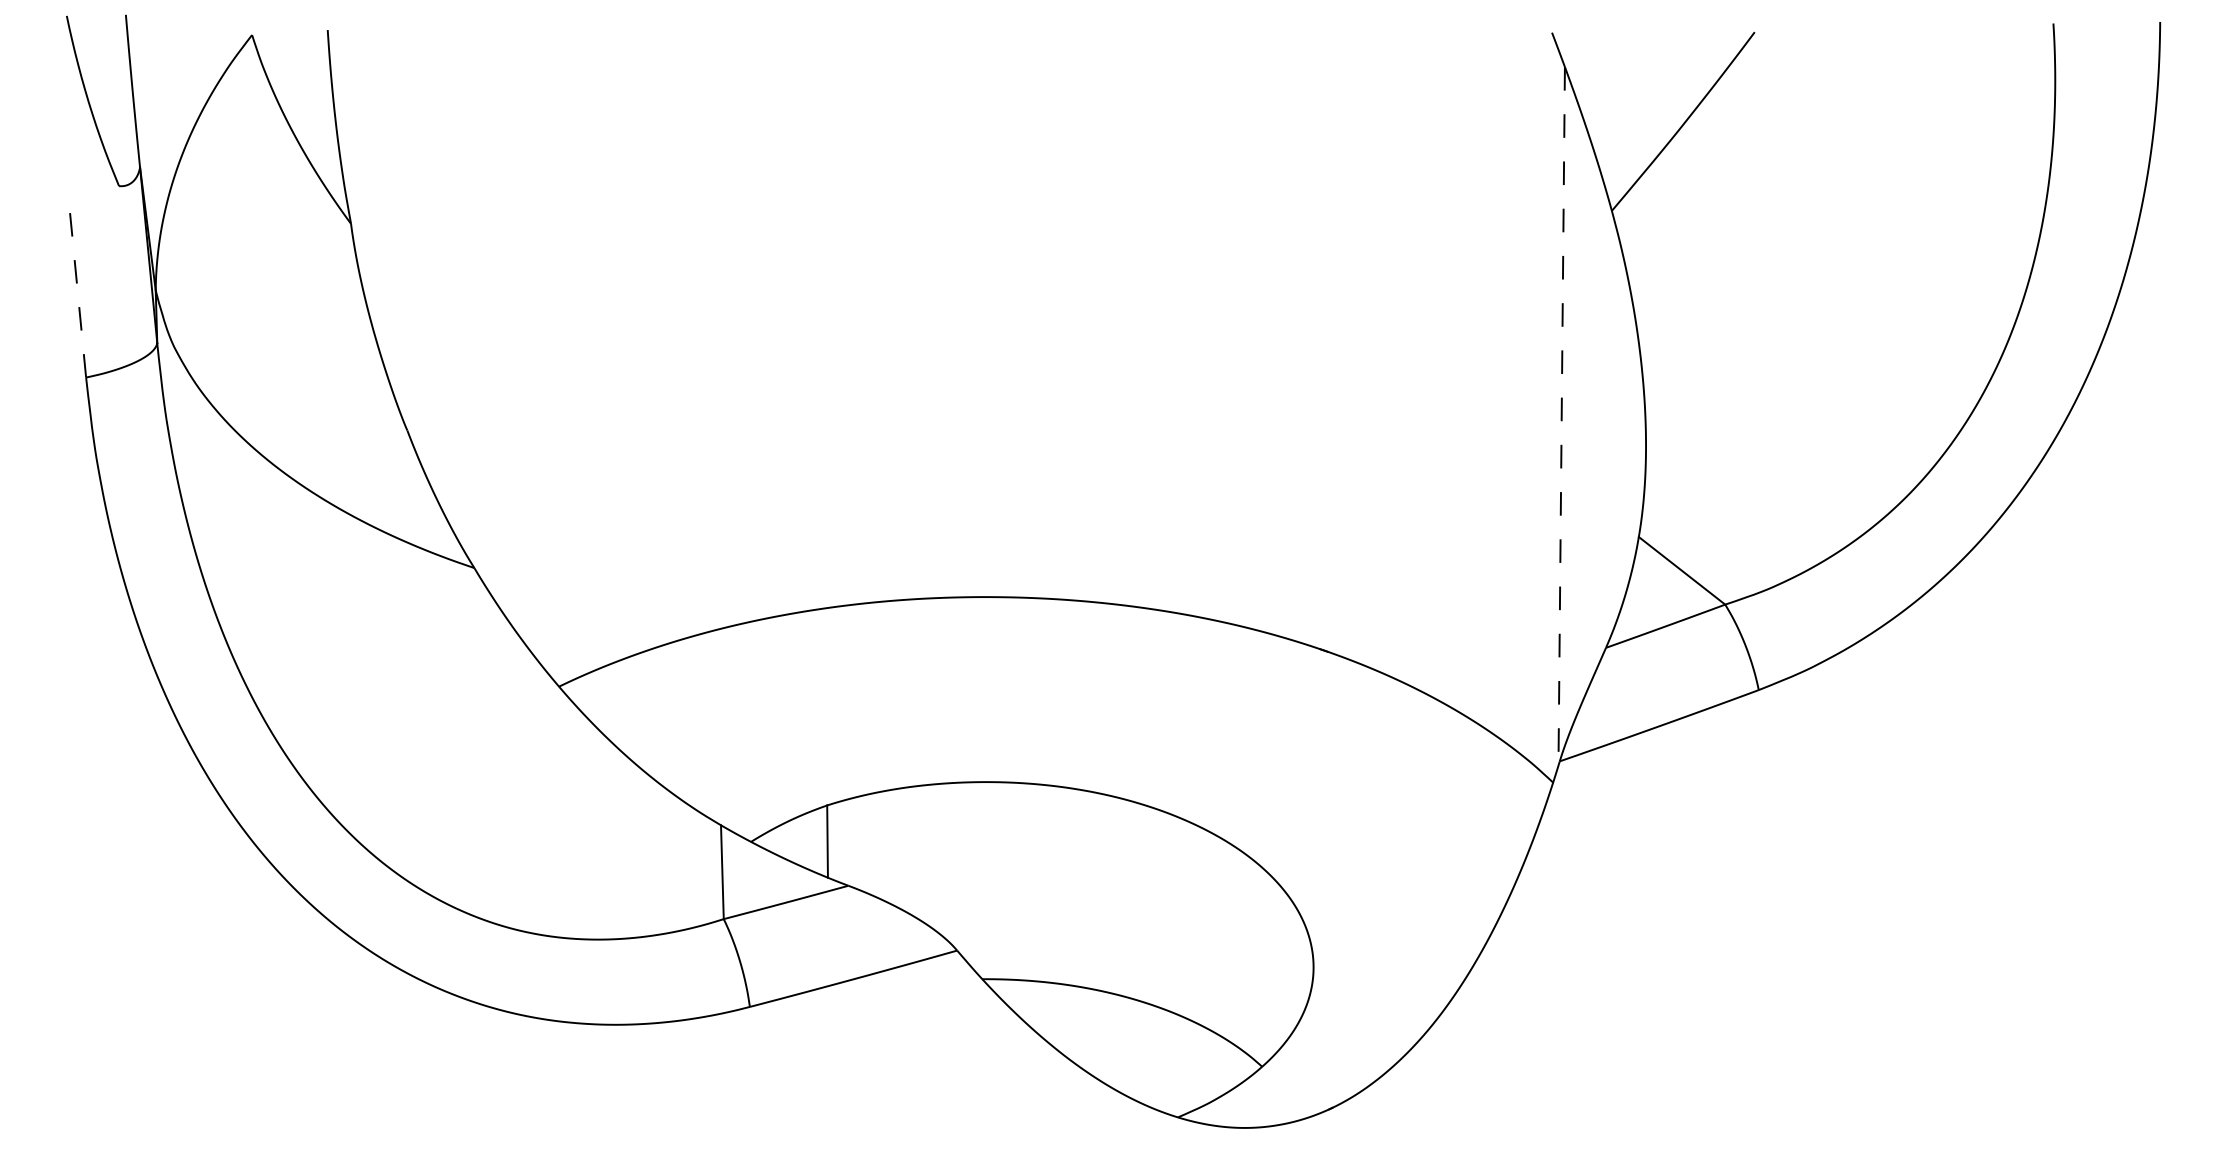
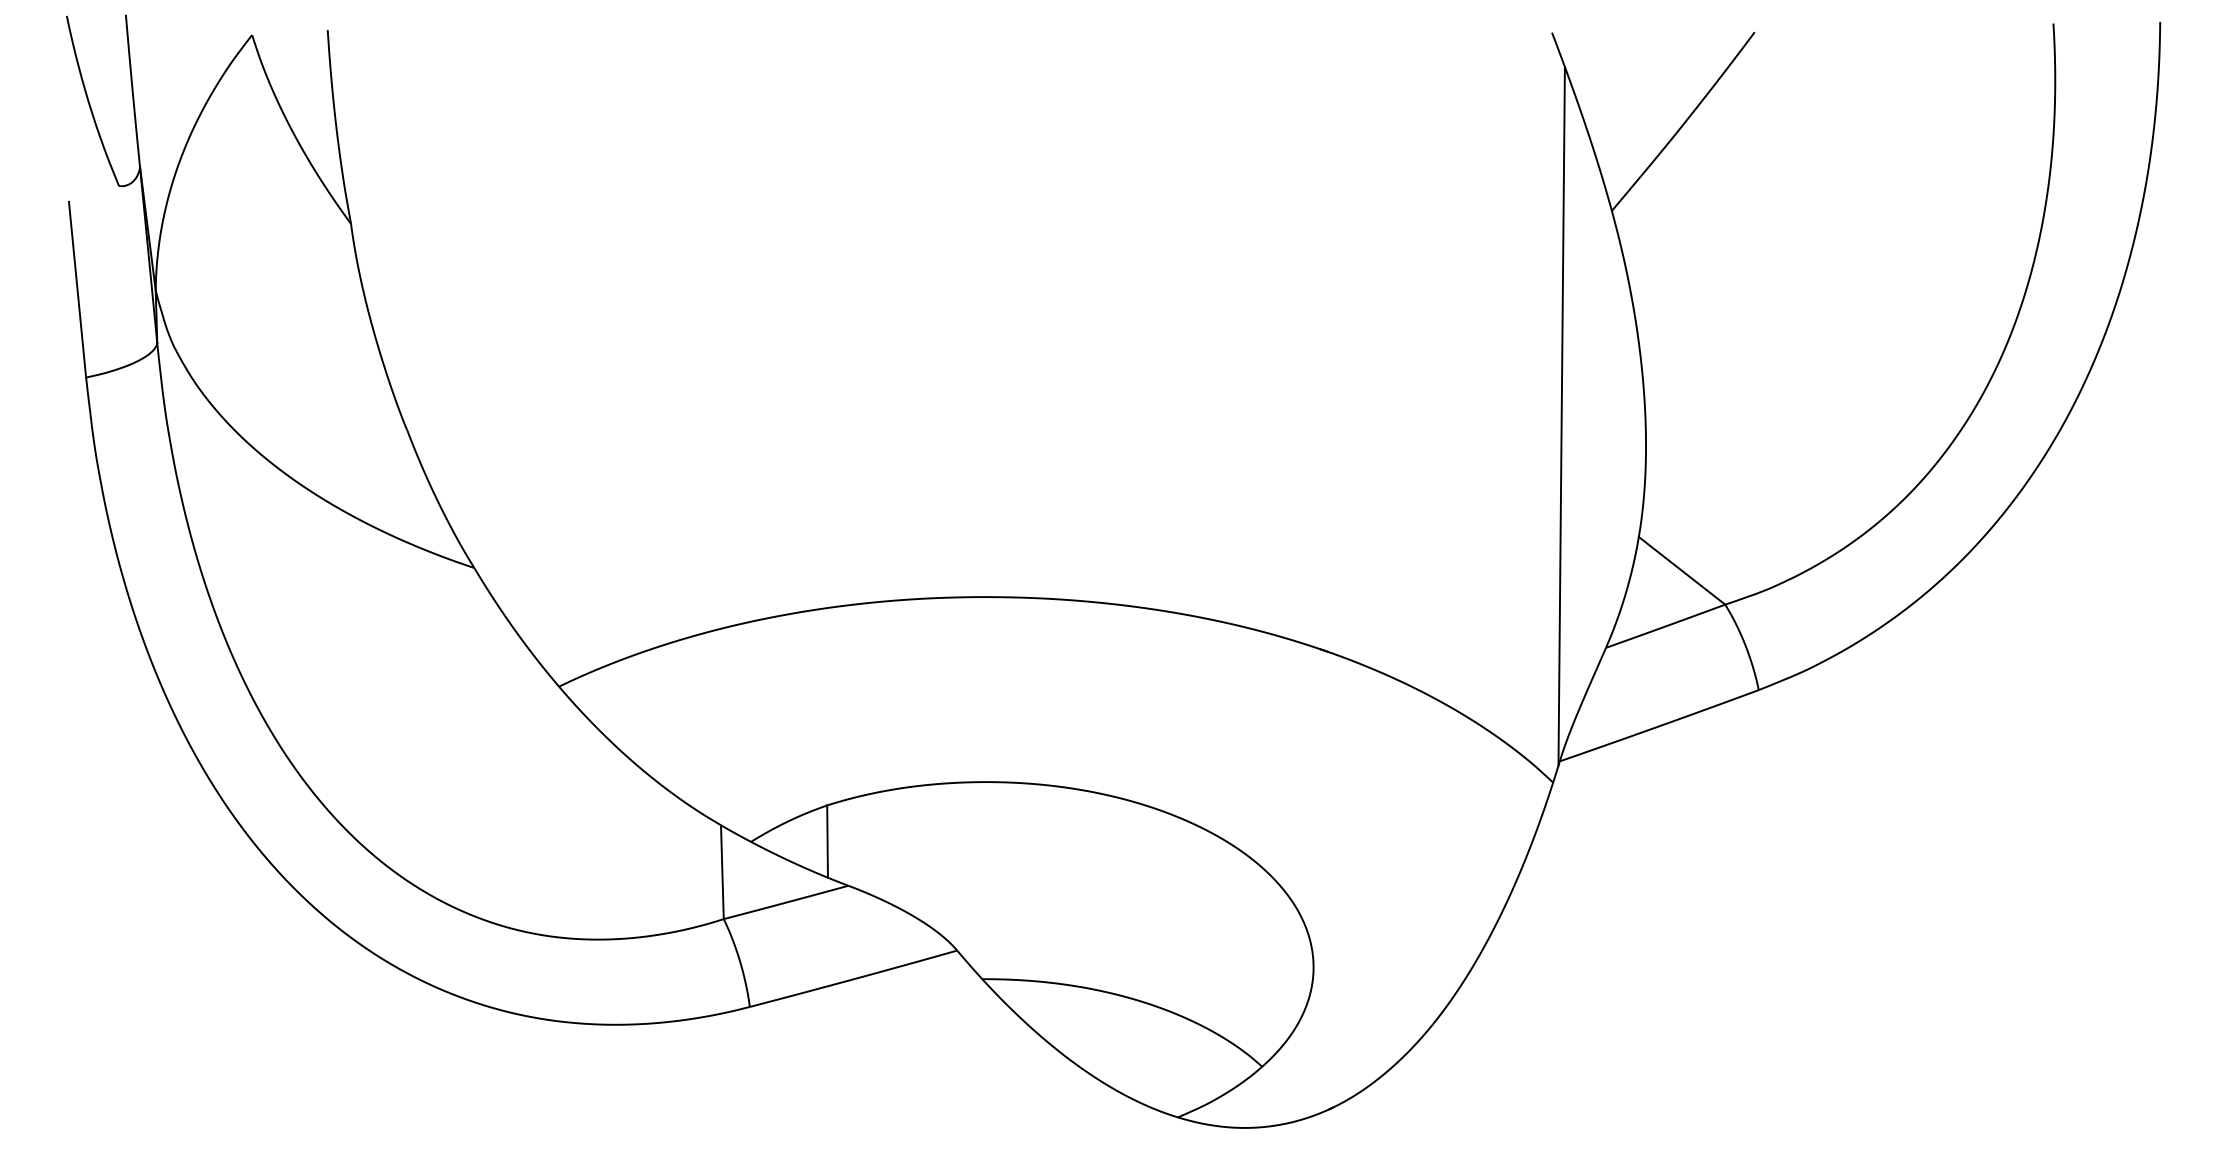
line at (77, 289): dashed -> solid
line at (1561, 416): dashed -> solid
